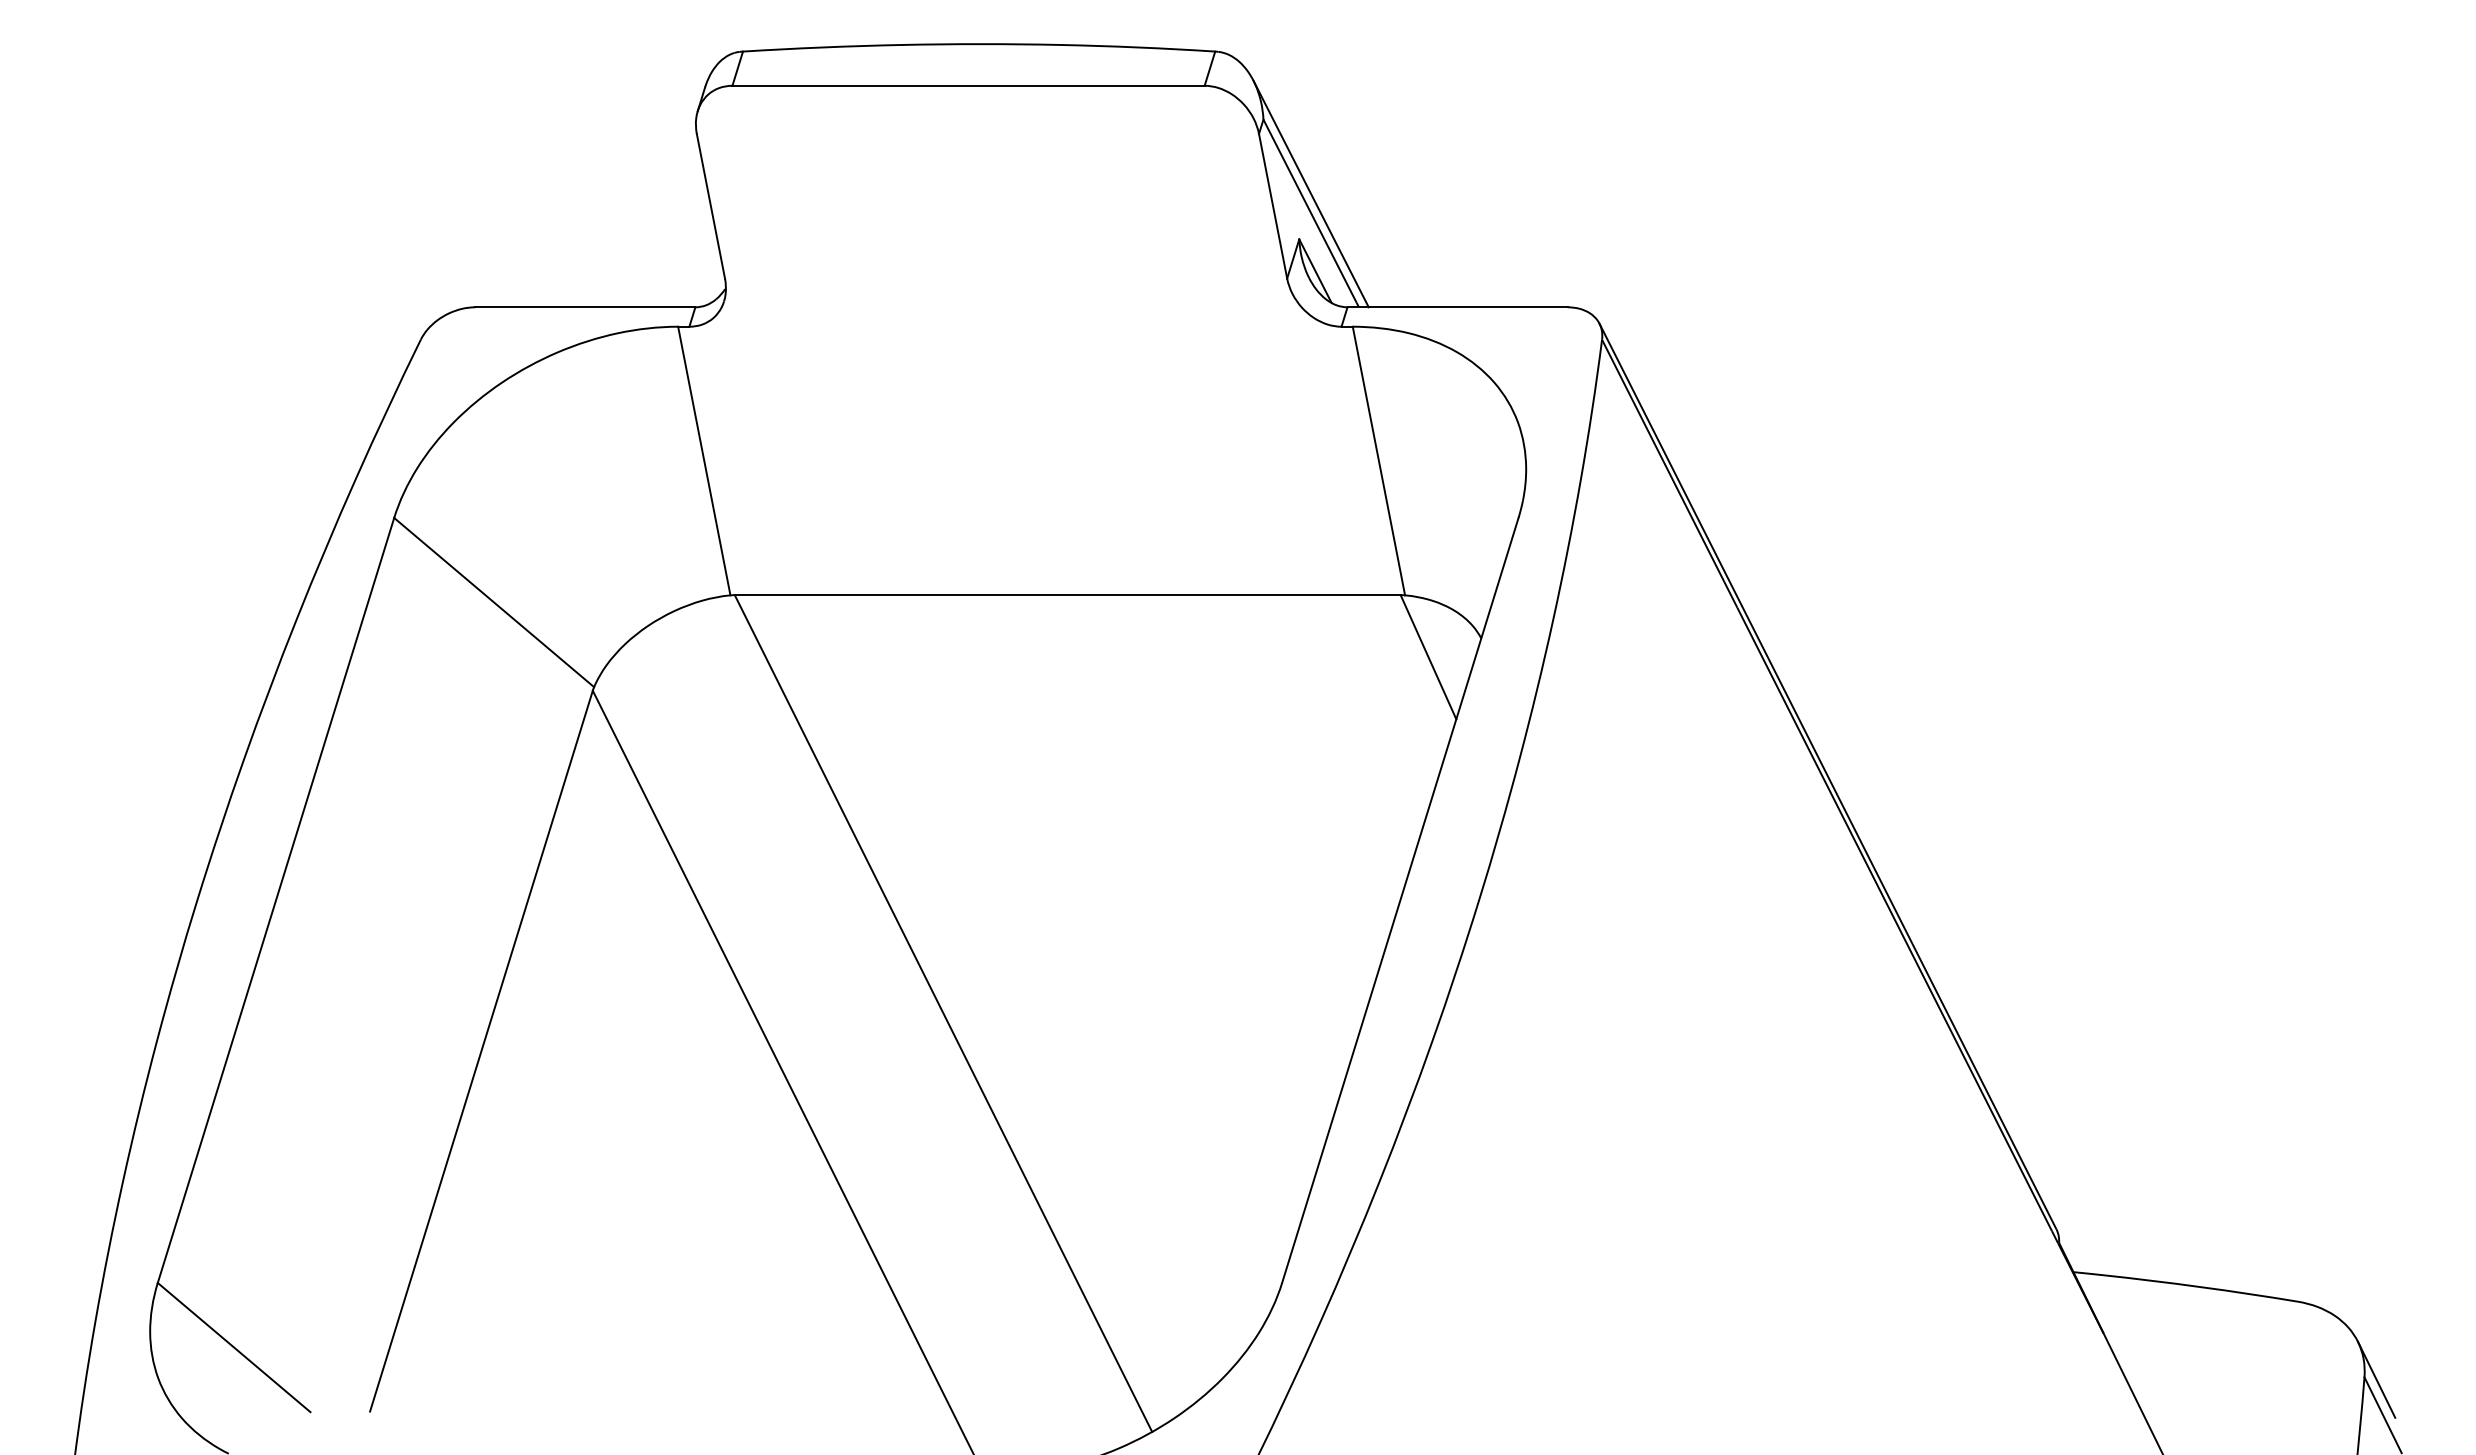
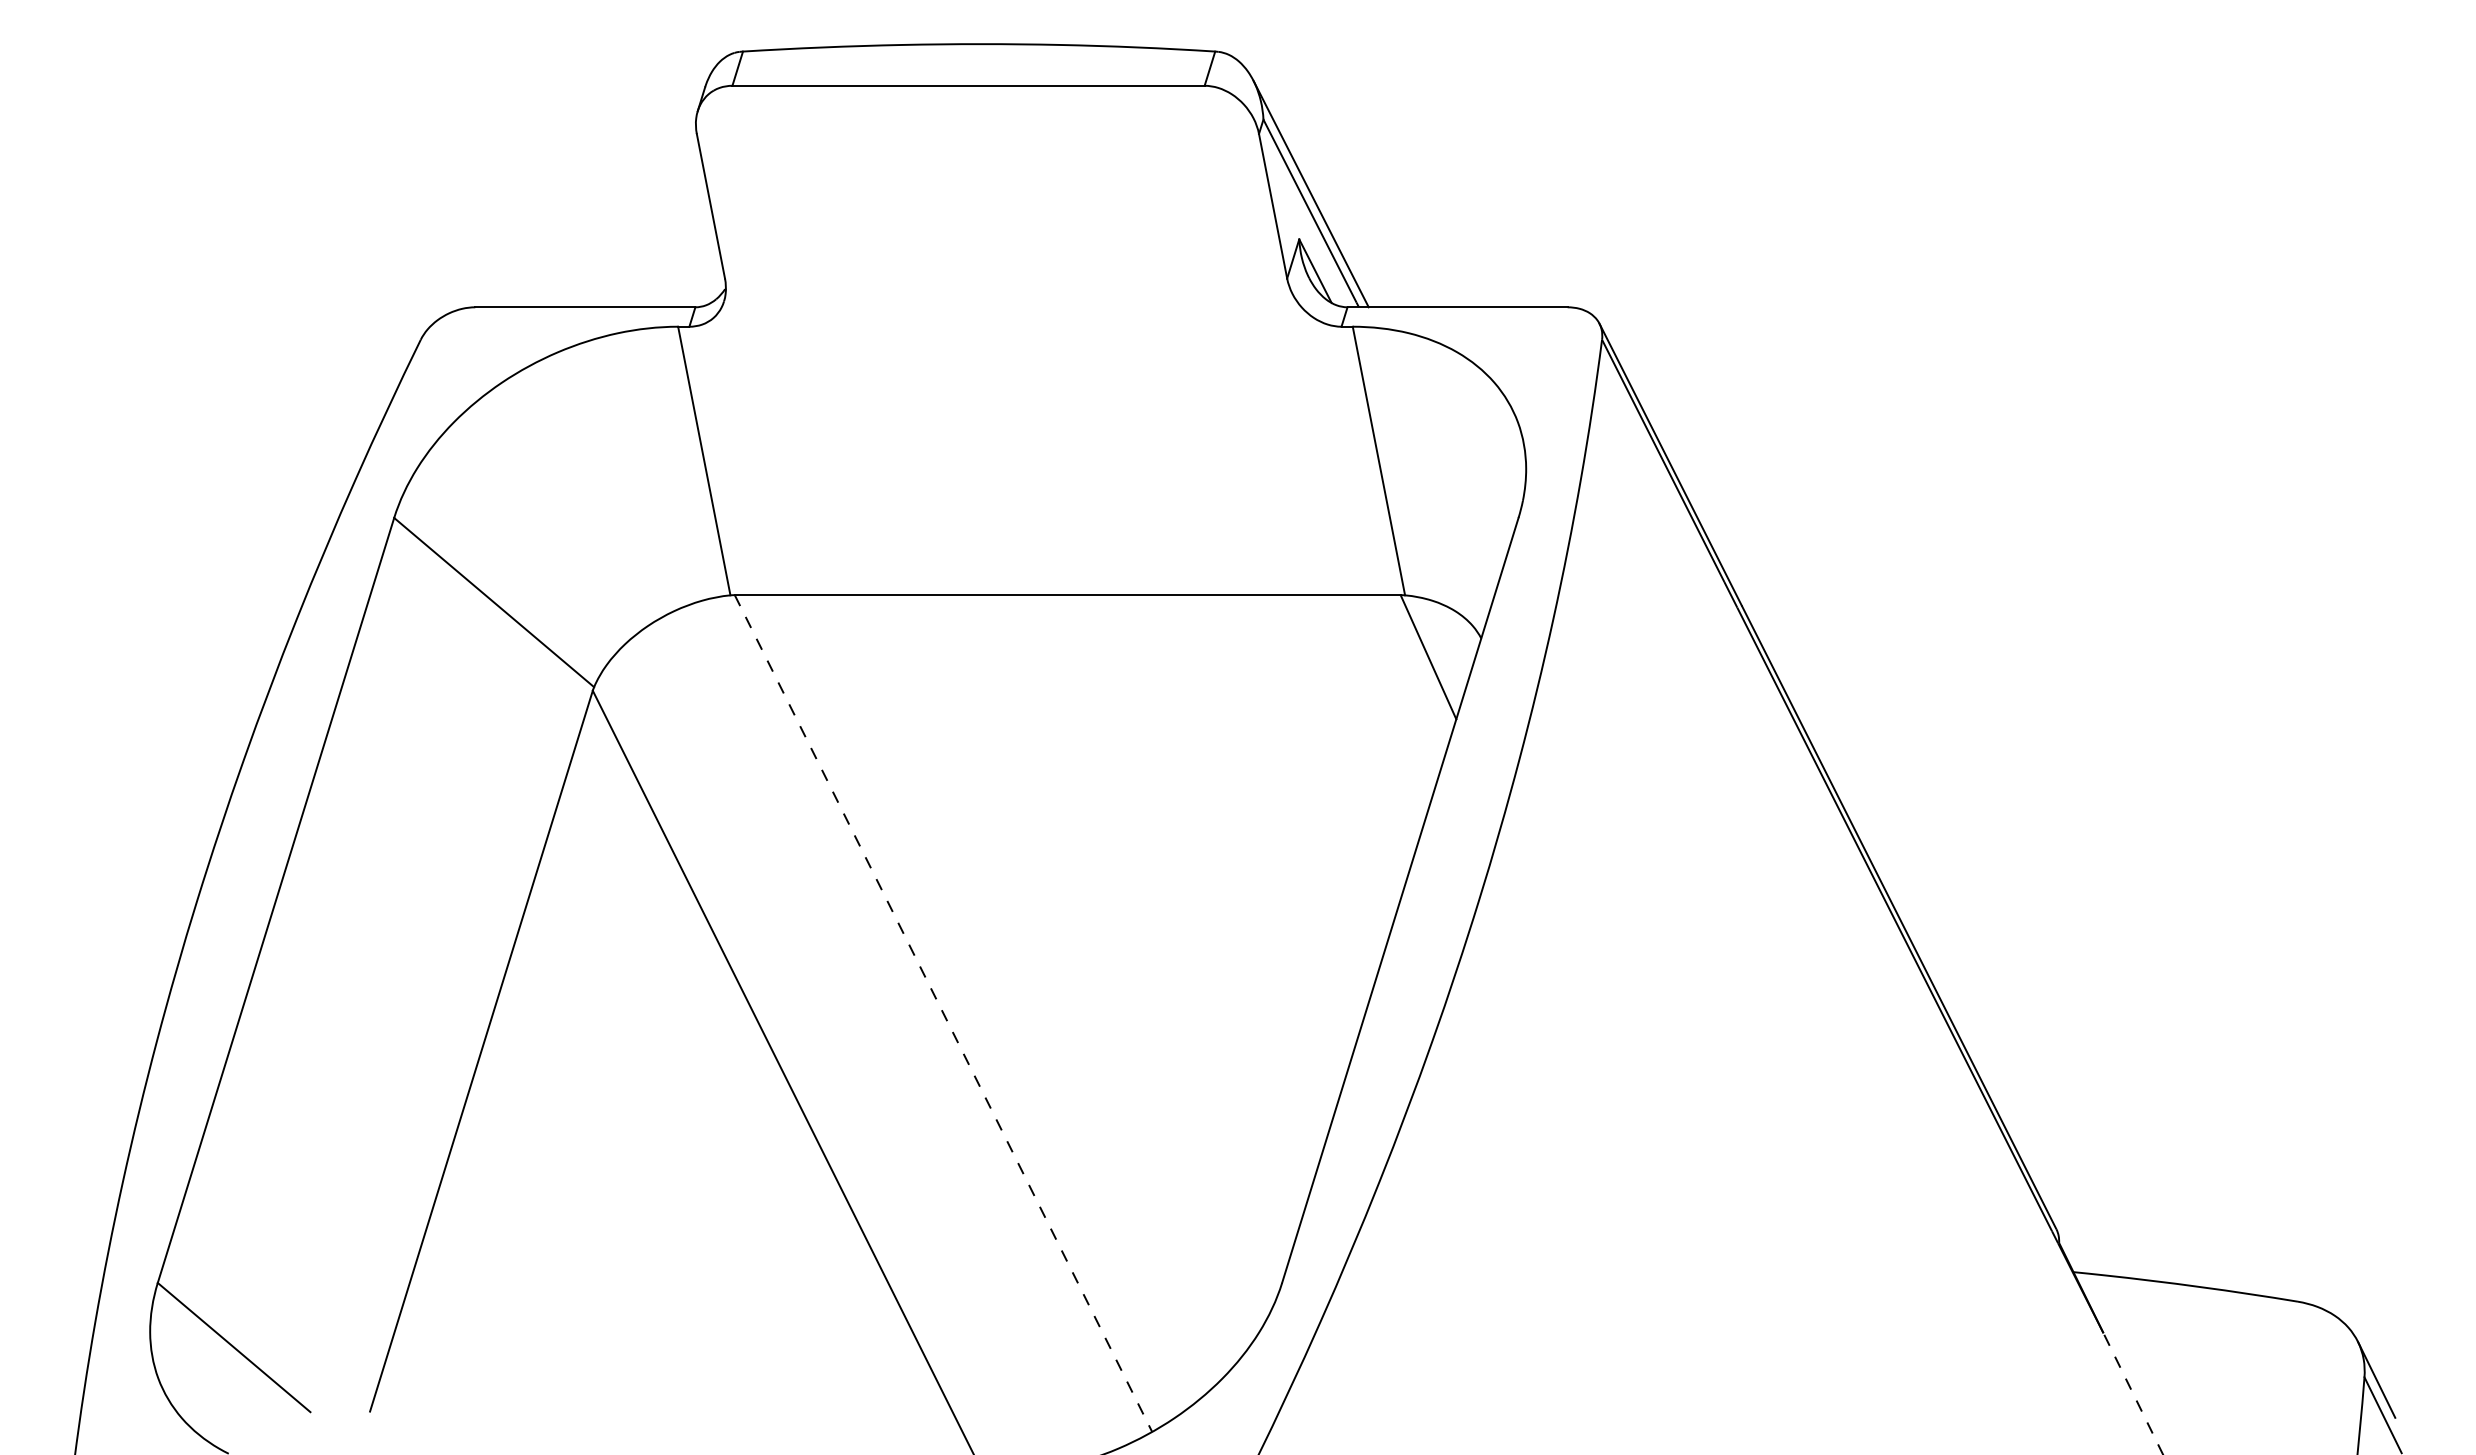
line at (943, 1013): solid -> dashed
line at (2133, 1393): solid -> dashed
